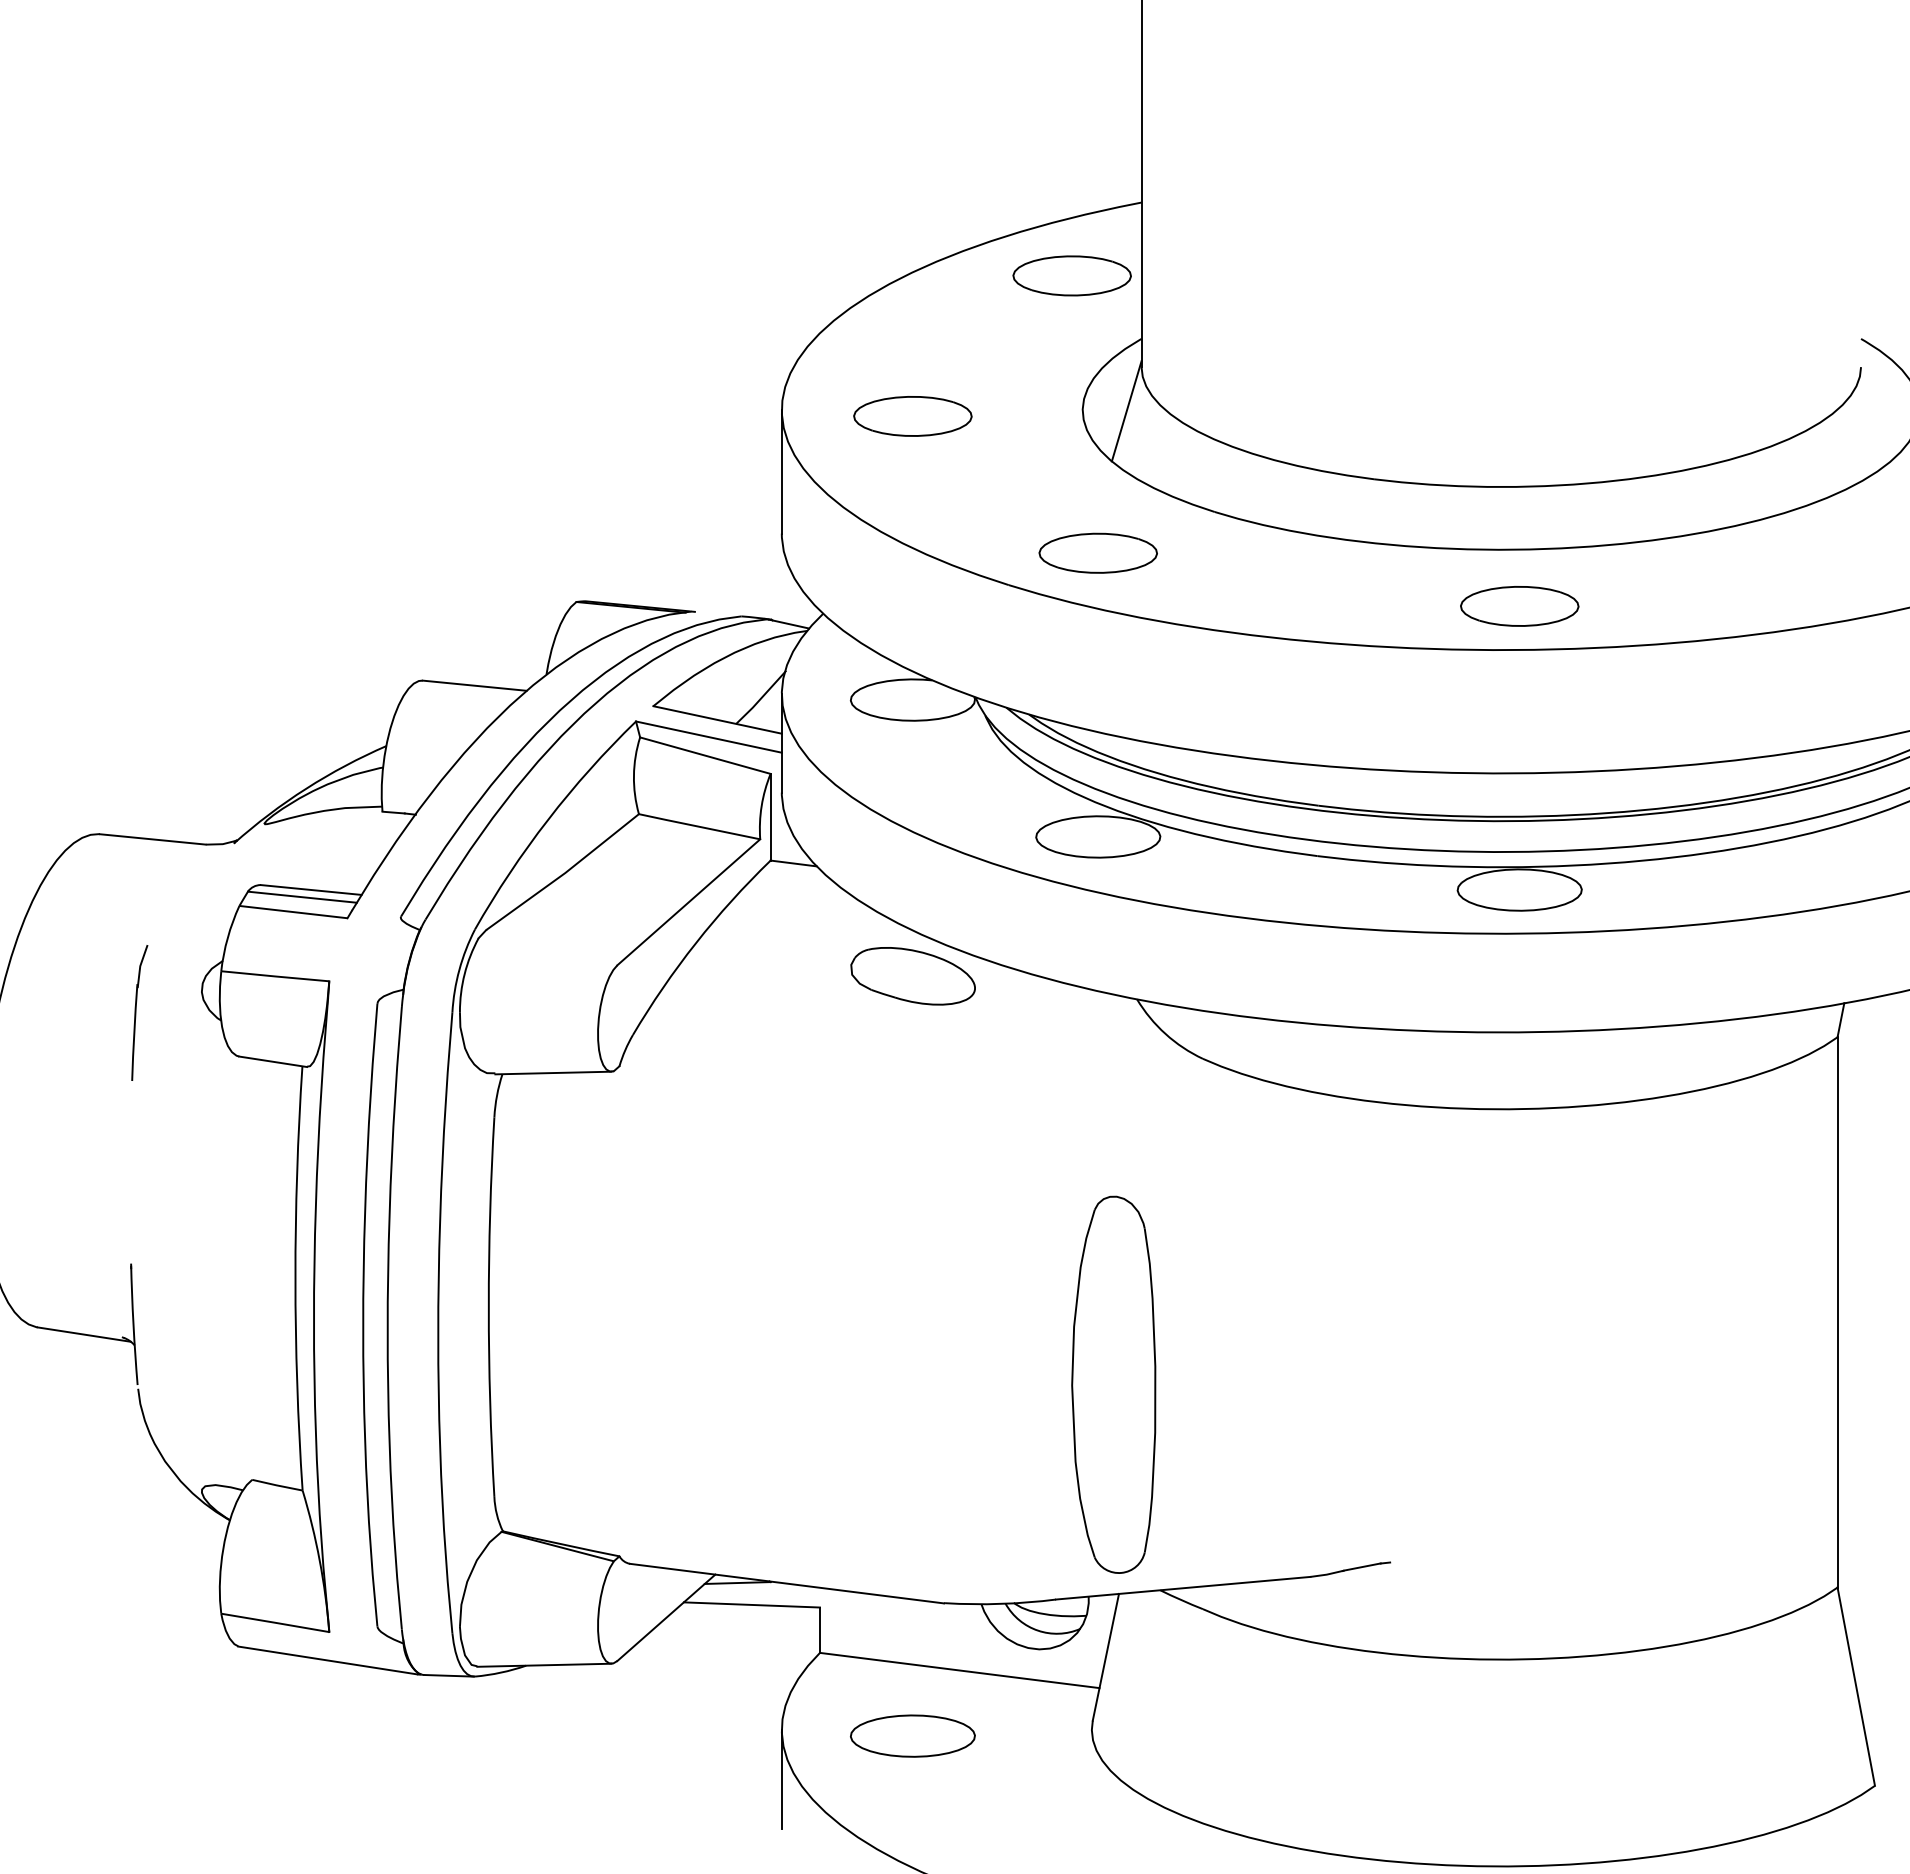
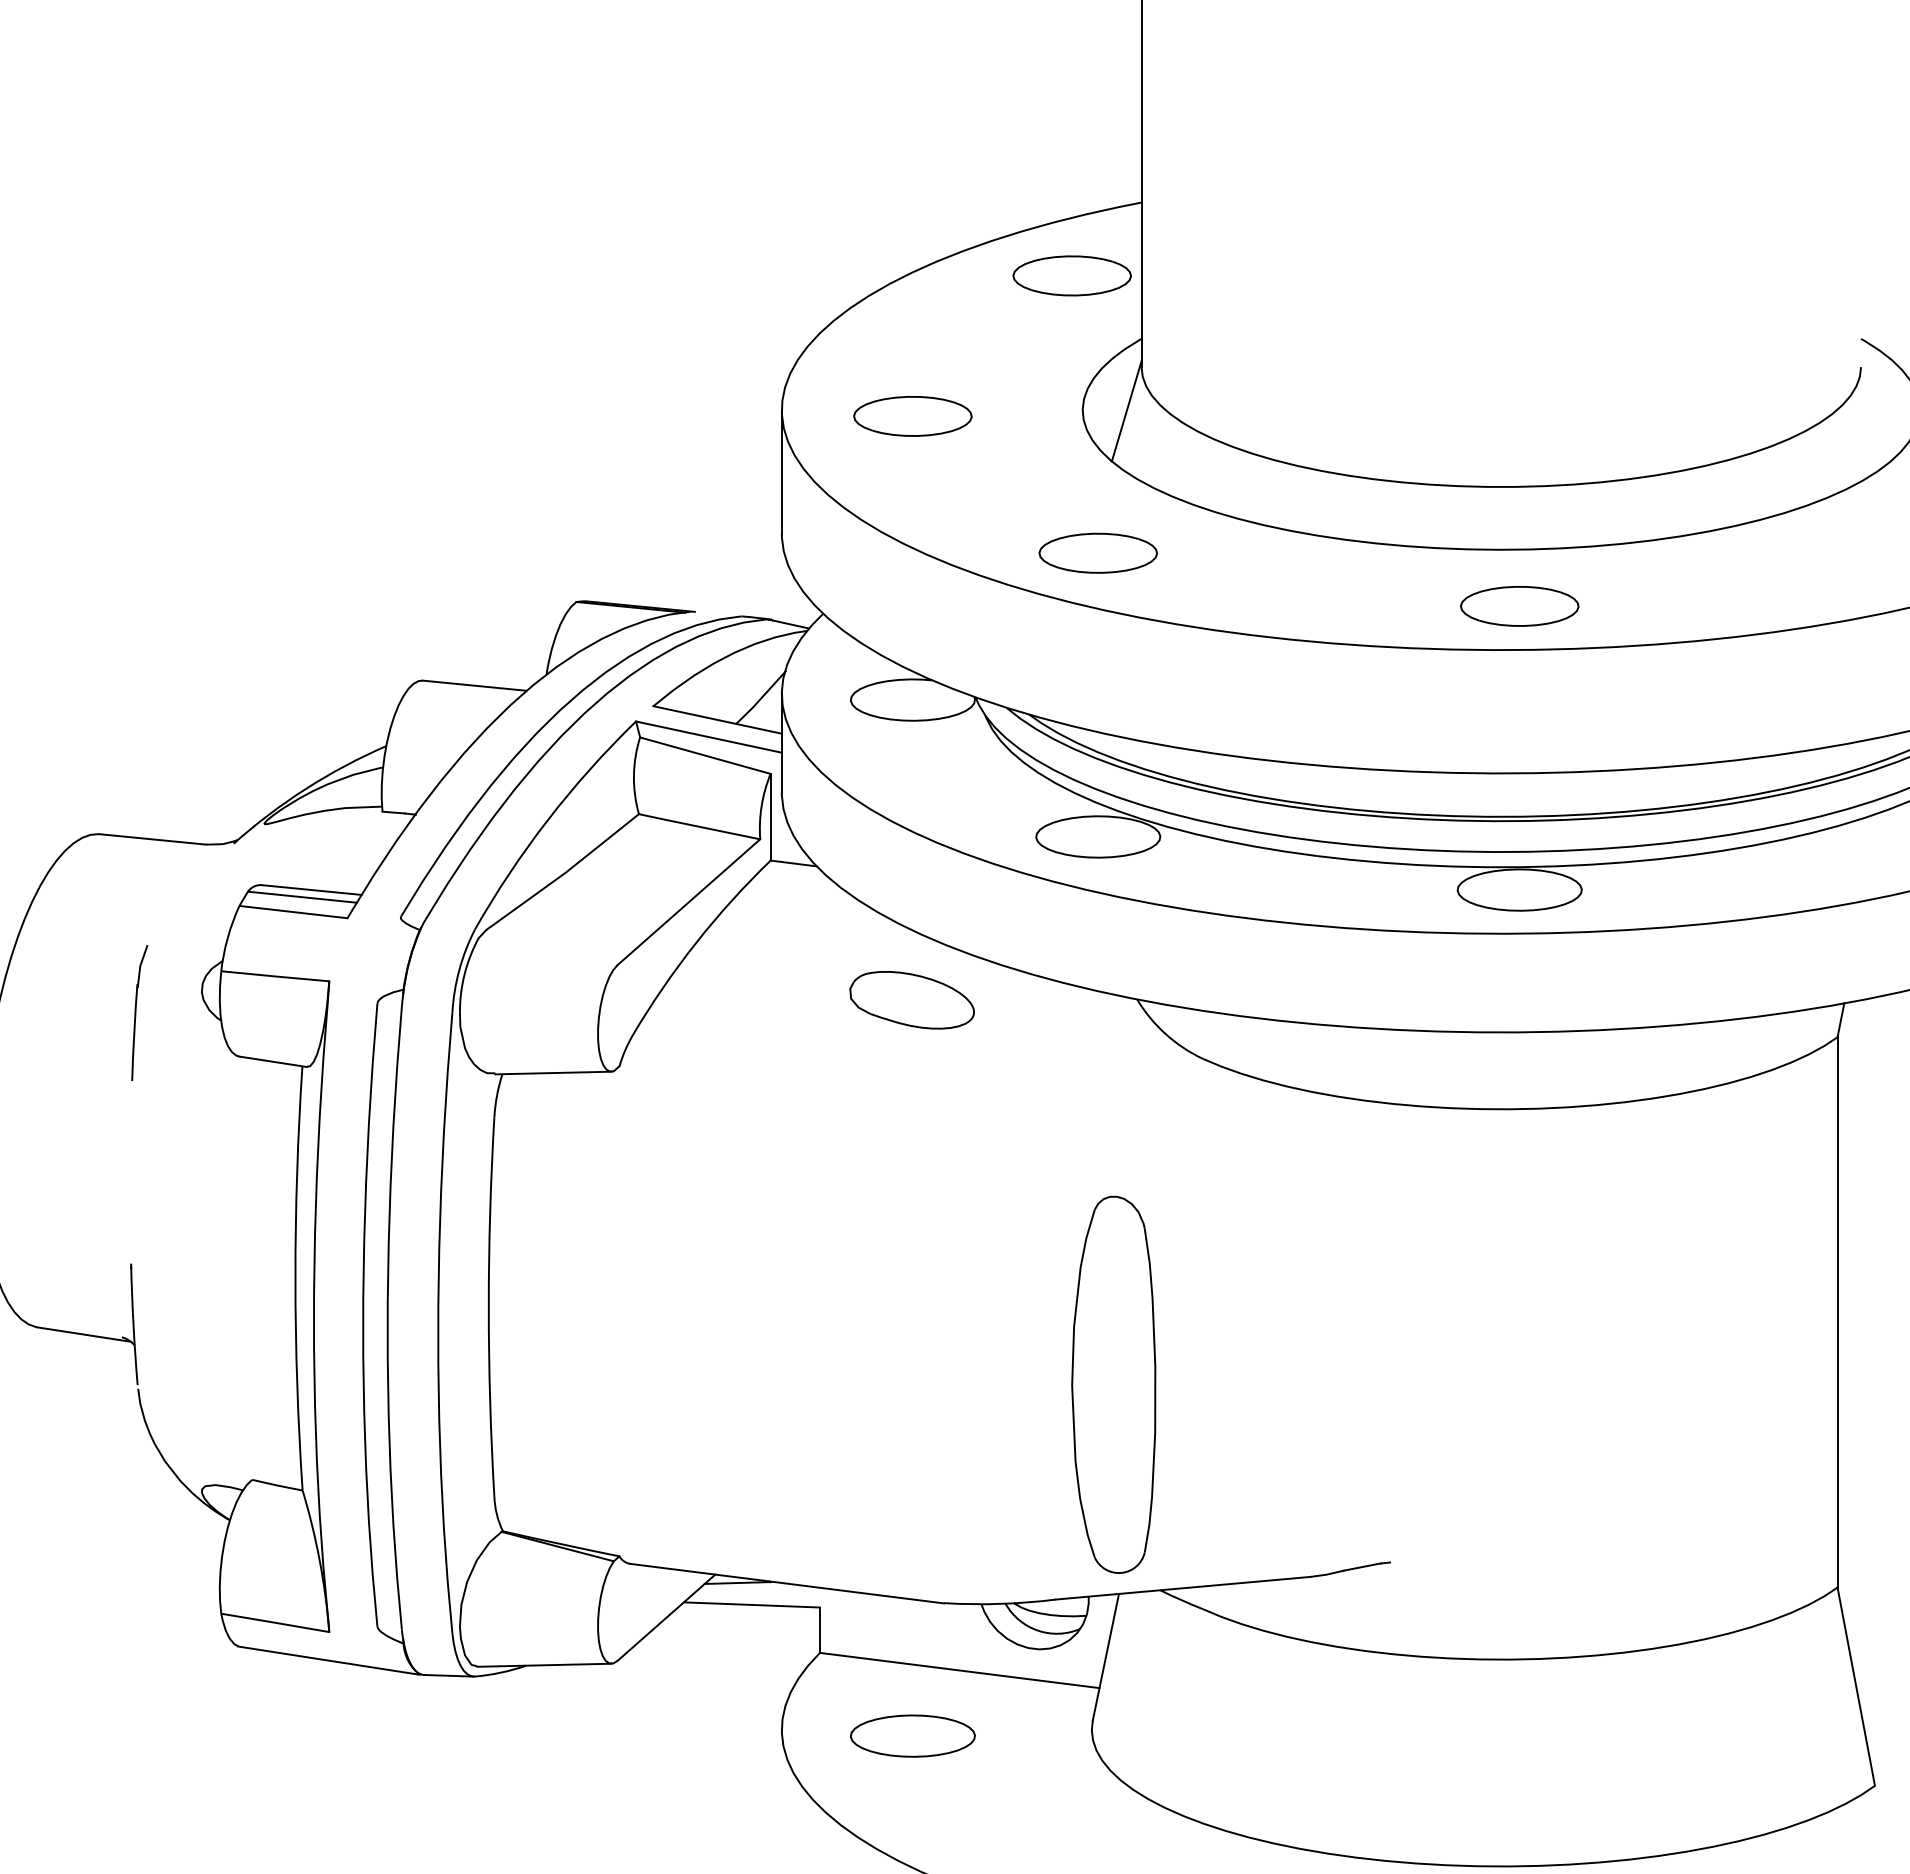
part at (912, 976) position: (912, 976) -> (911, 1000)
line at (781, 1778): present -> none
